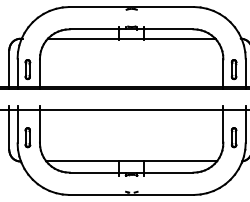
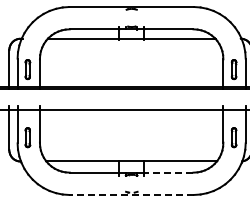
line at (168, 172): solid -> dashed
line at (131, 194): solid -> dashed
